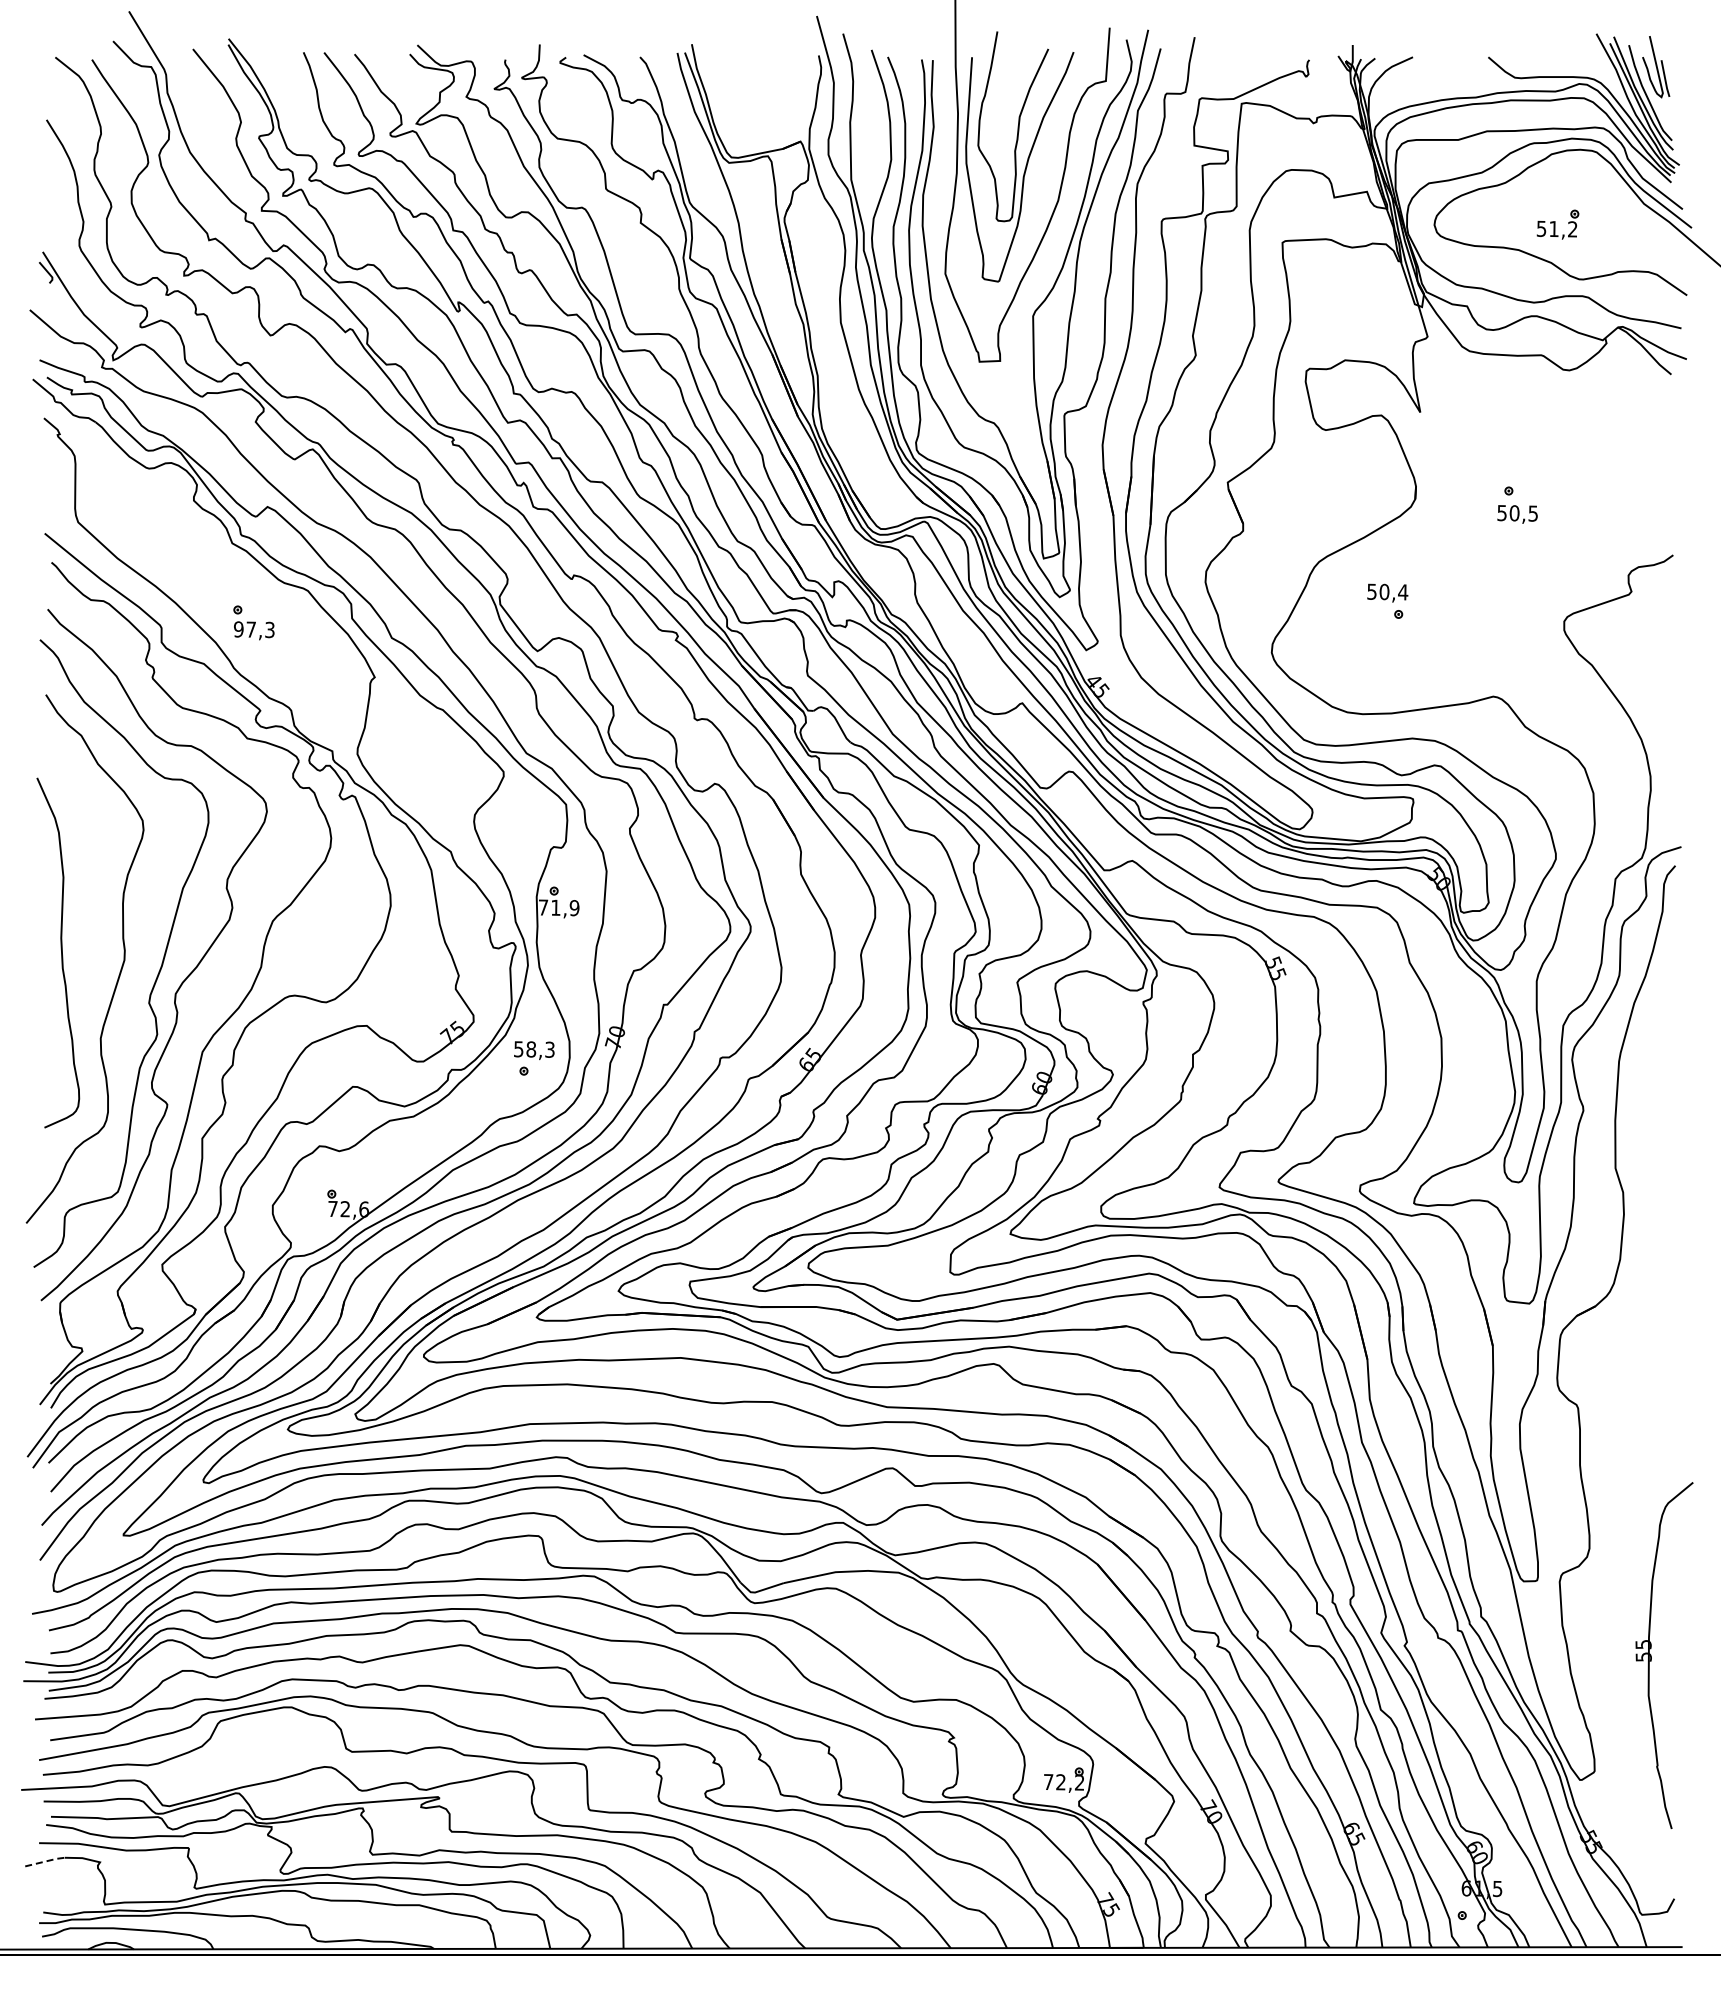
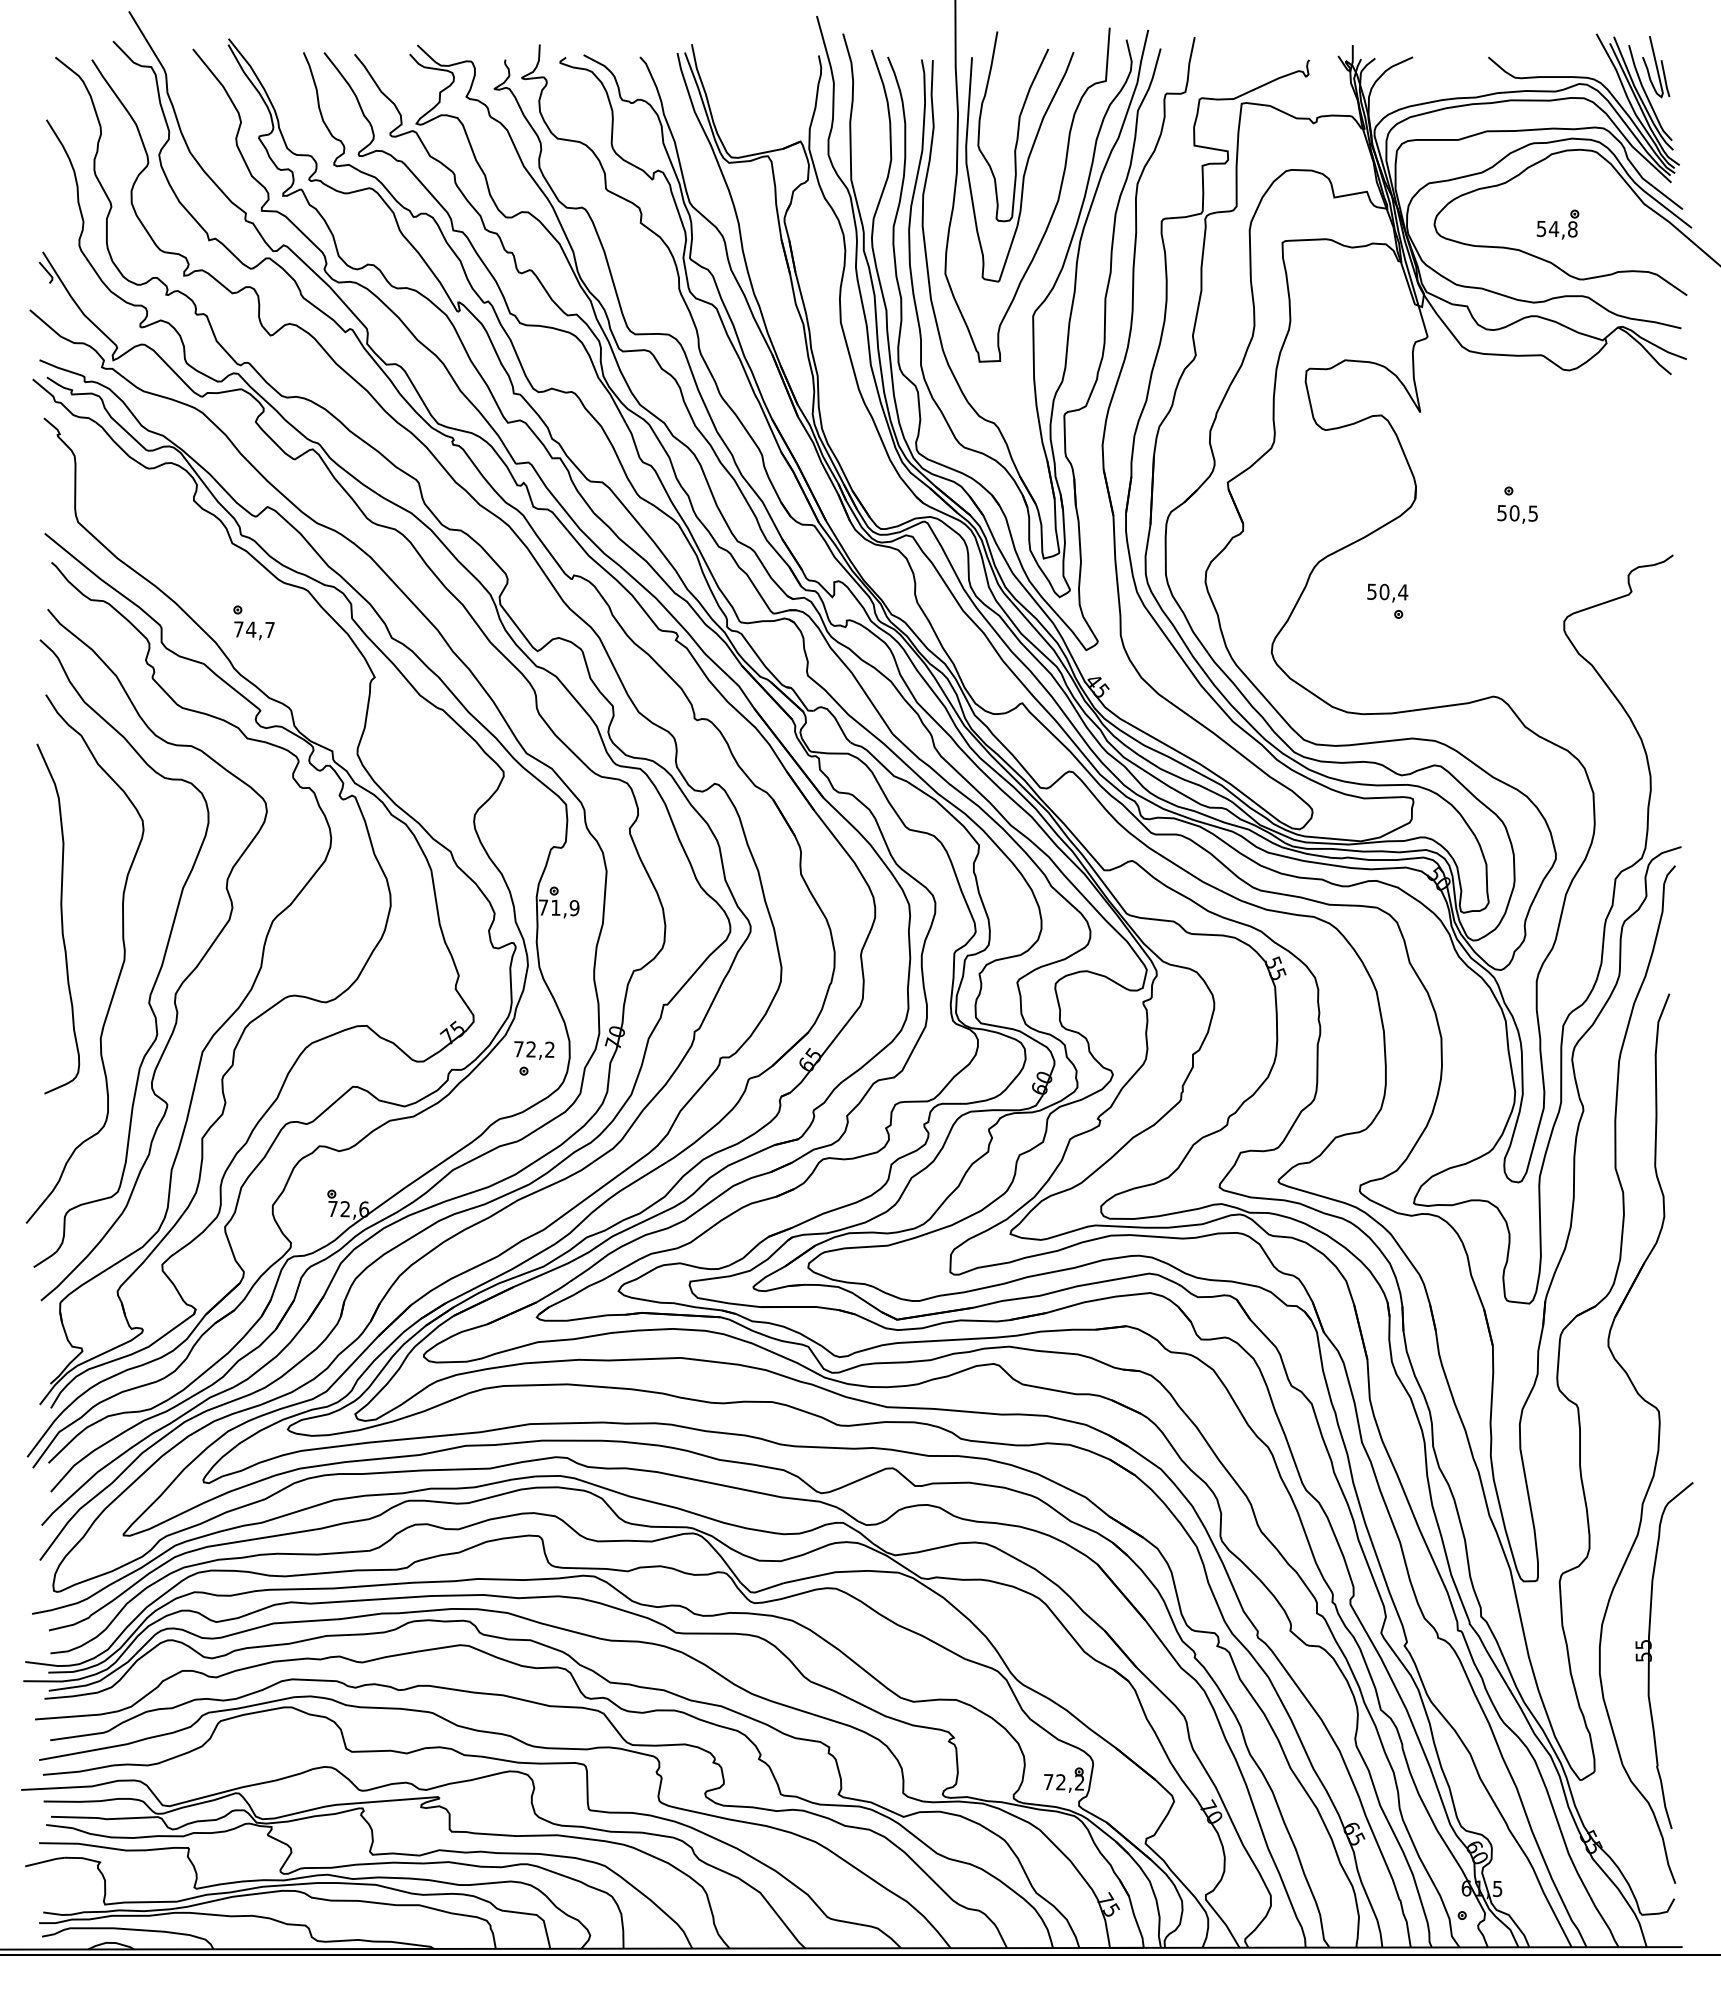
text at (1562, 229): 51,2 -> 54,8
text at (254, 629): 97,3 -> 74,7
curve at (61, 952) position: (61, 952) -> (61, 918)
text at (534, 1049): 58,3 -> 72,2
part at (1657, 1442): none -> present
line at (46, 1861): dashed -> solid
